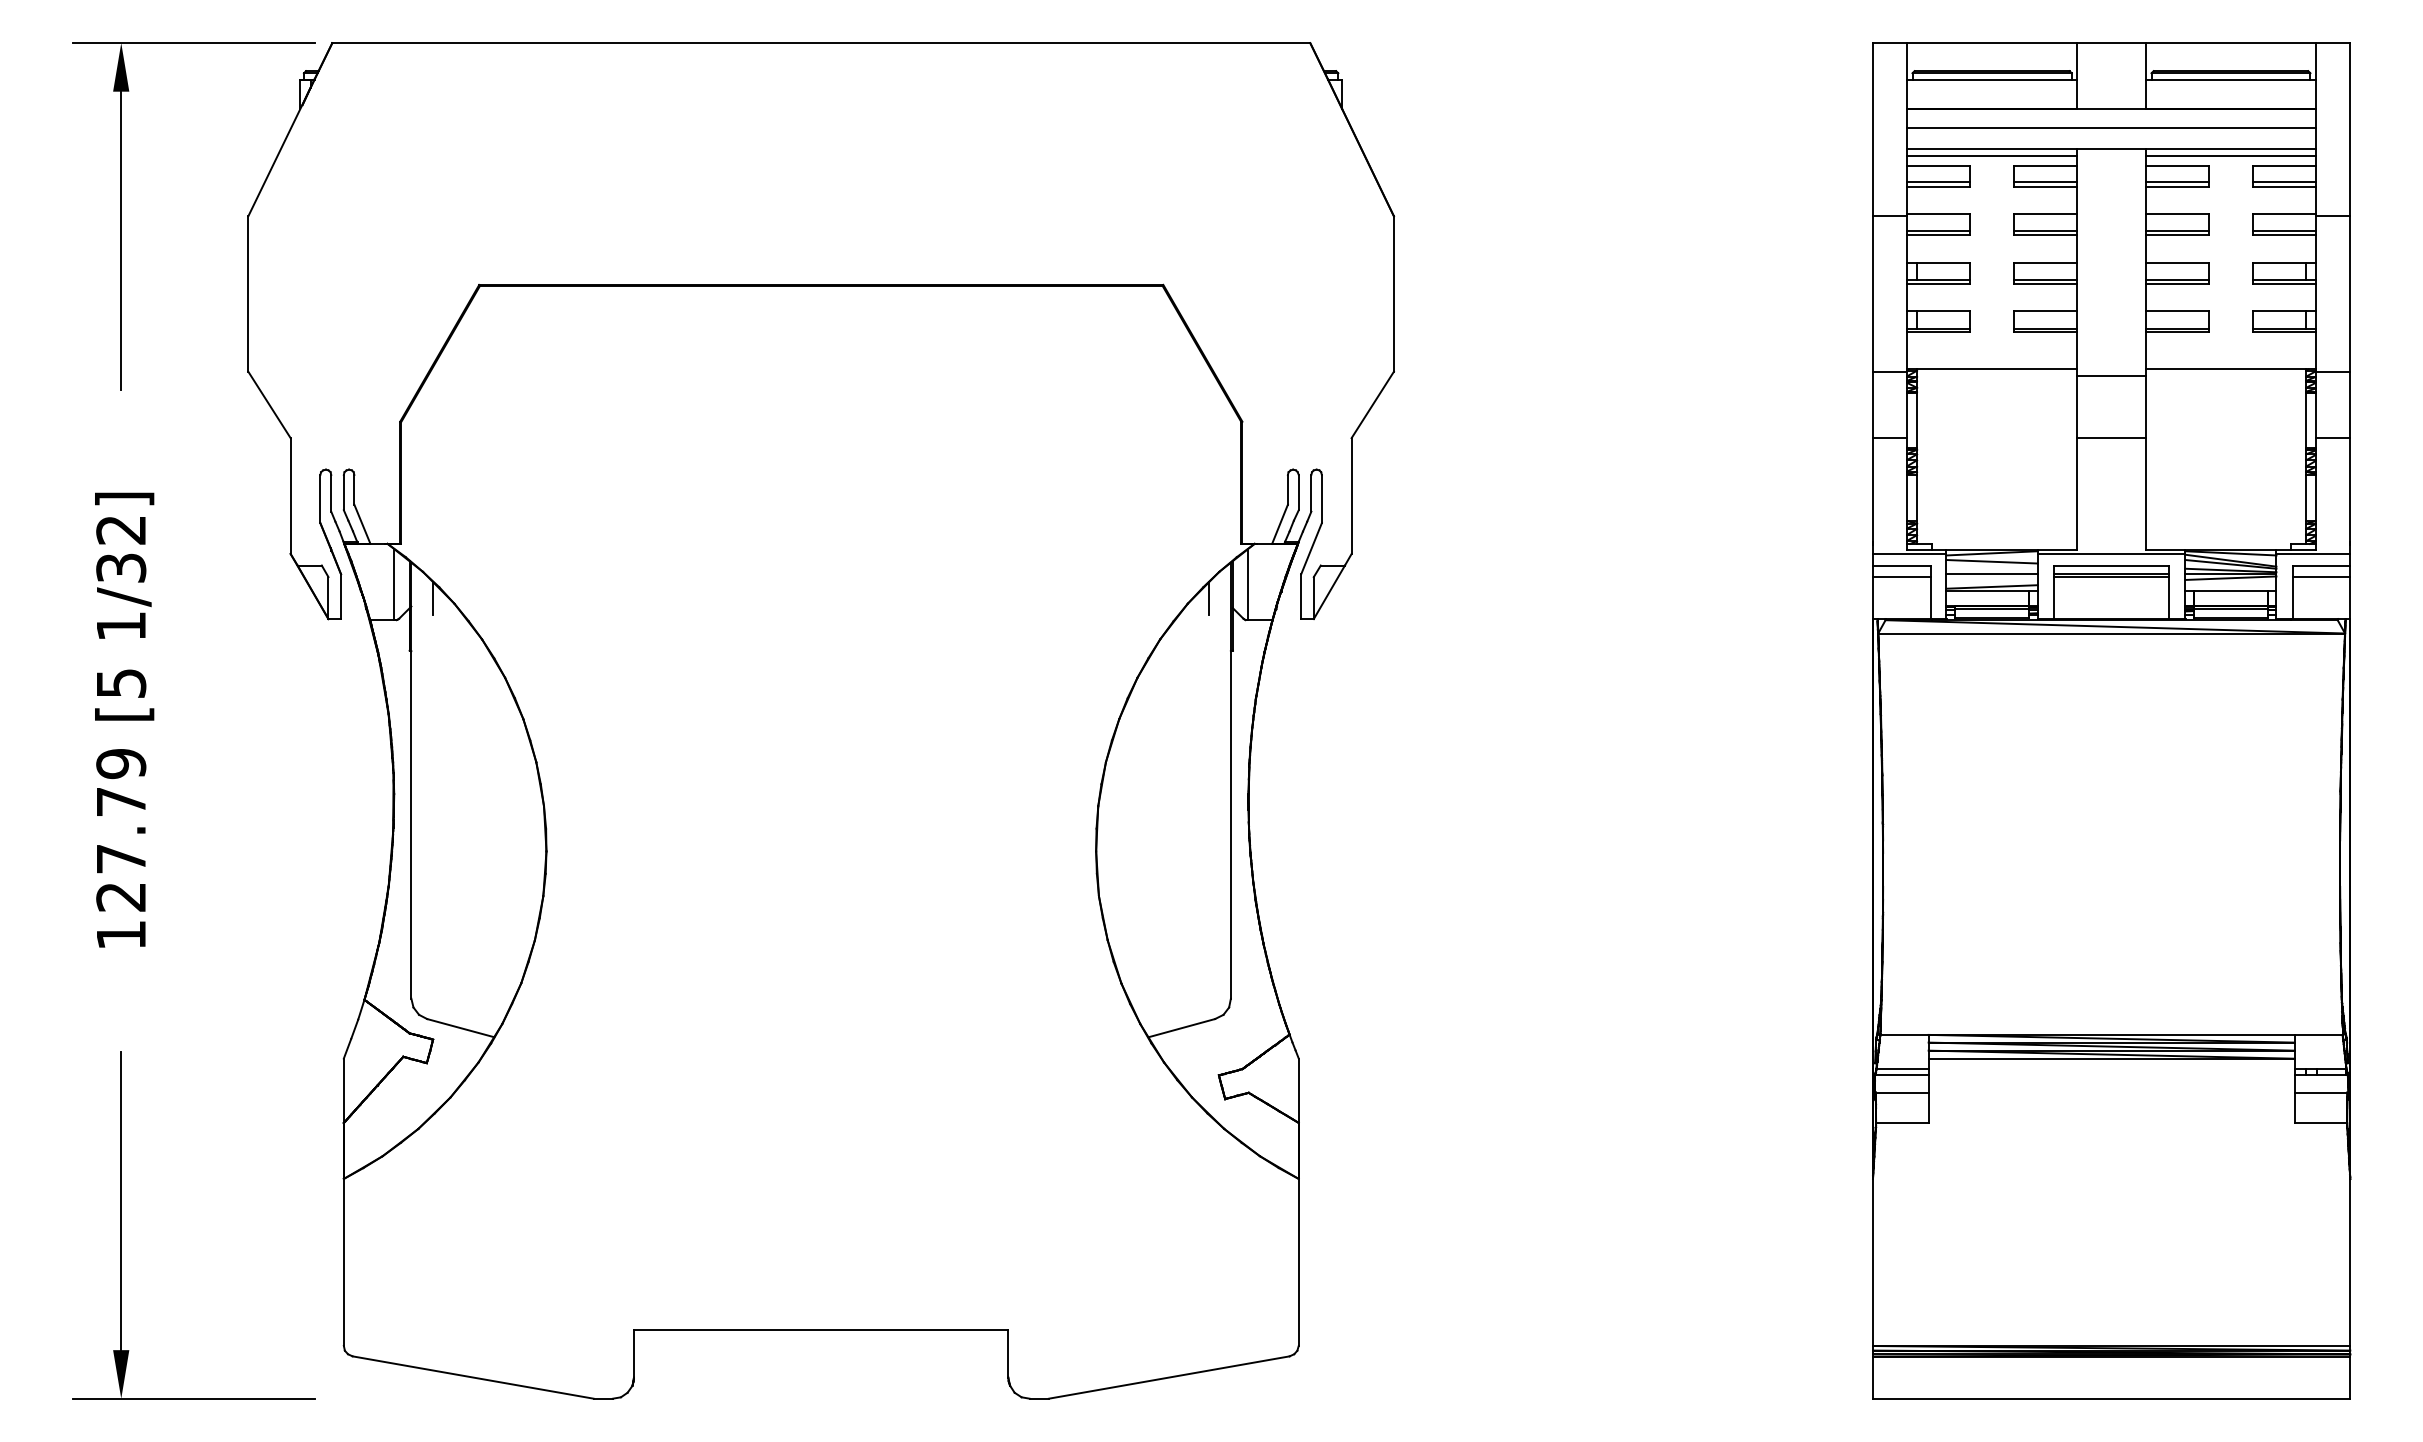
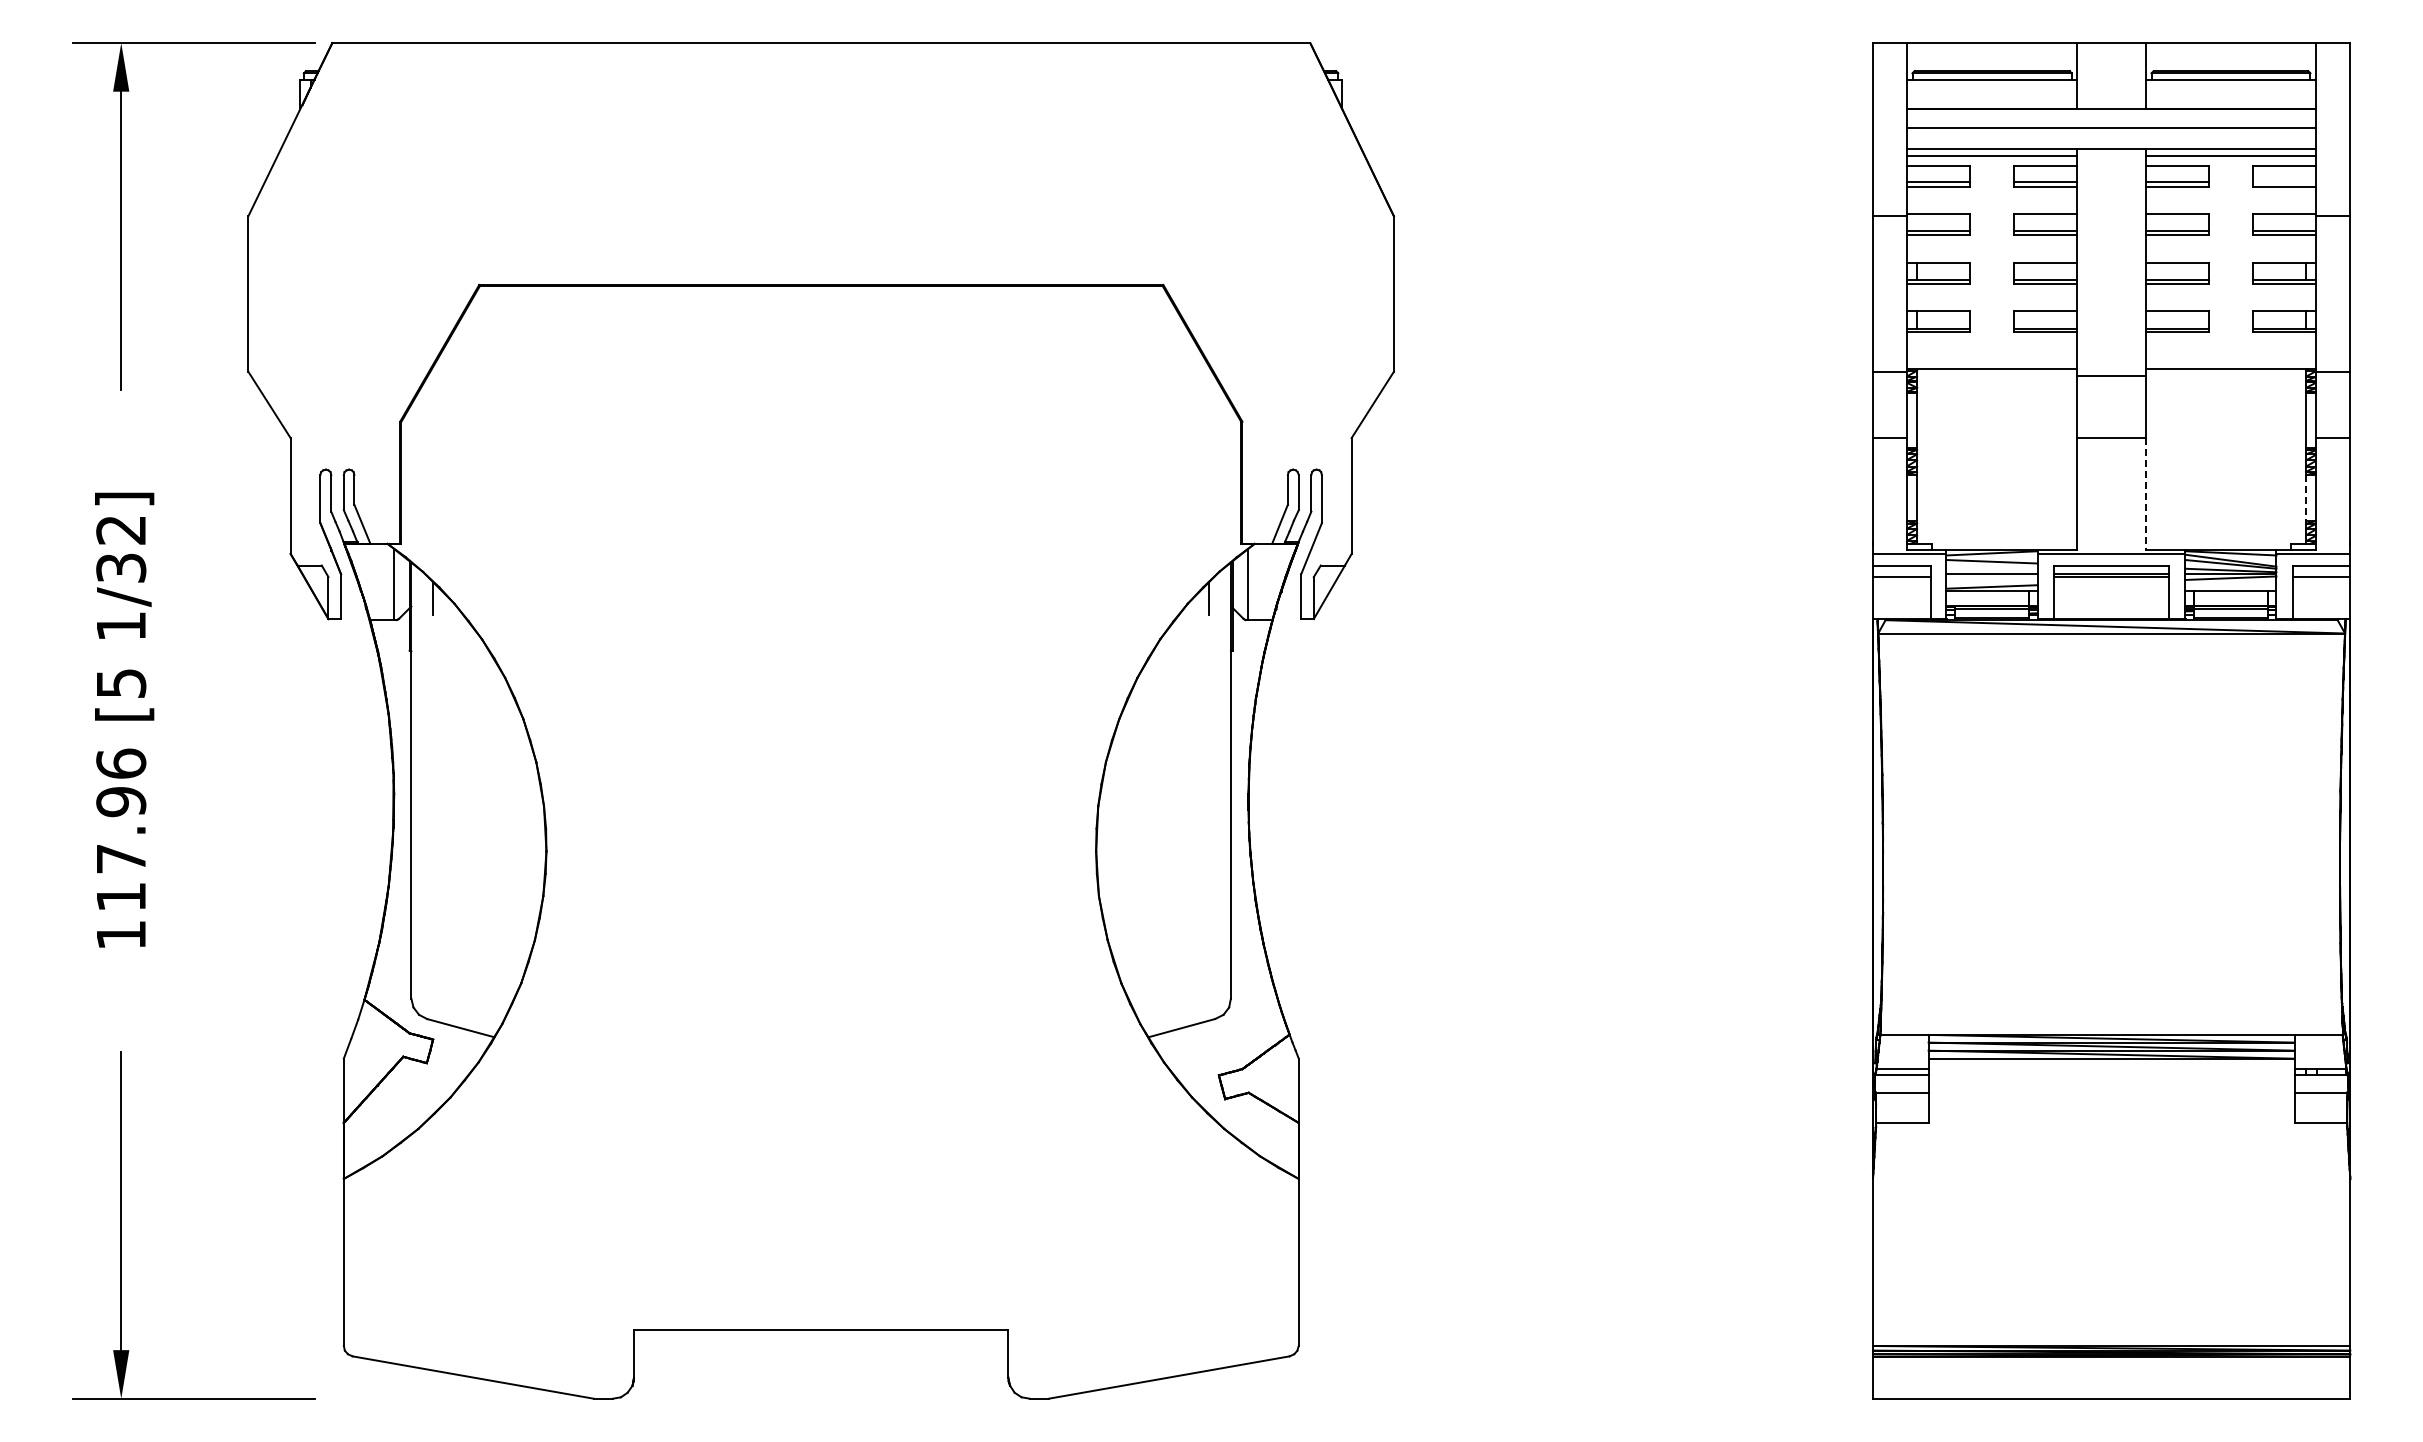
line at (2284, 181): present -> none
line at (2145, 493): solid -> dashed
line at (2306, 498): solid -> dashed
text at (121, 829): 127.79 -> 117.96
